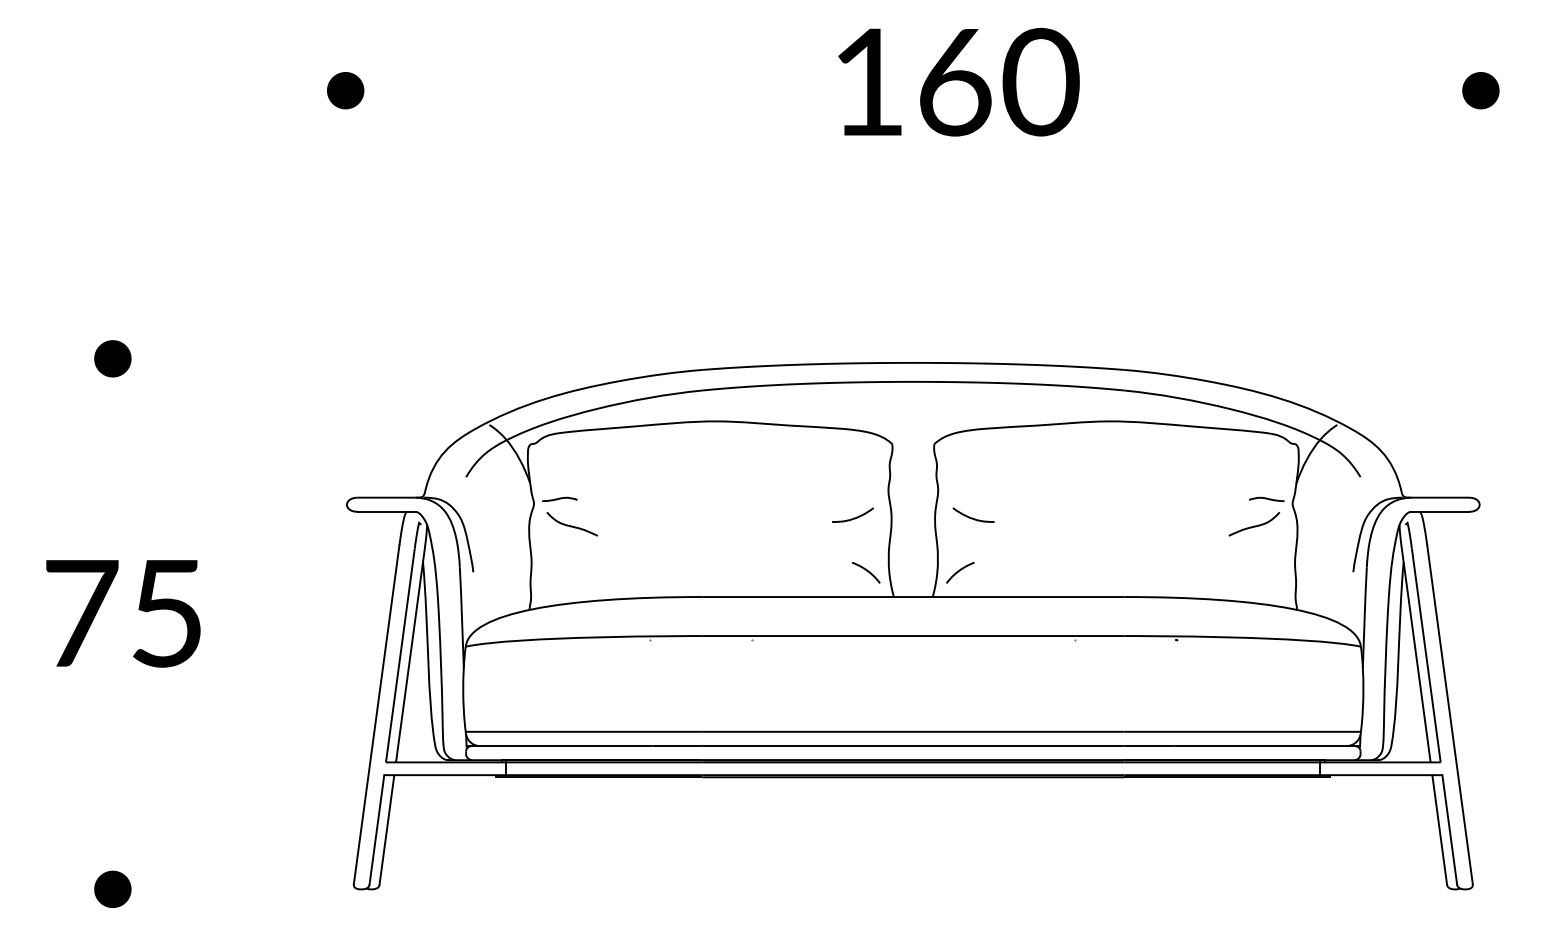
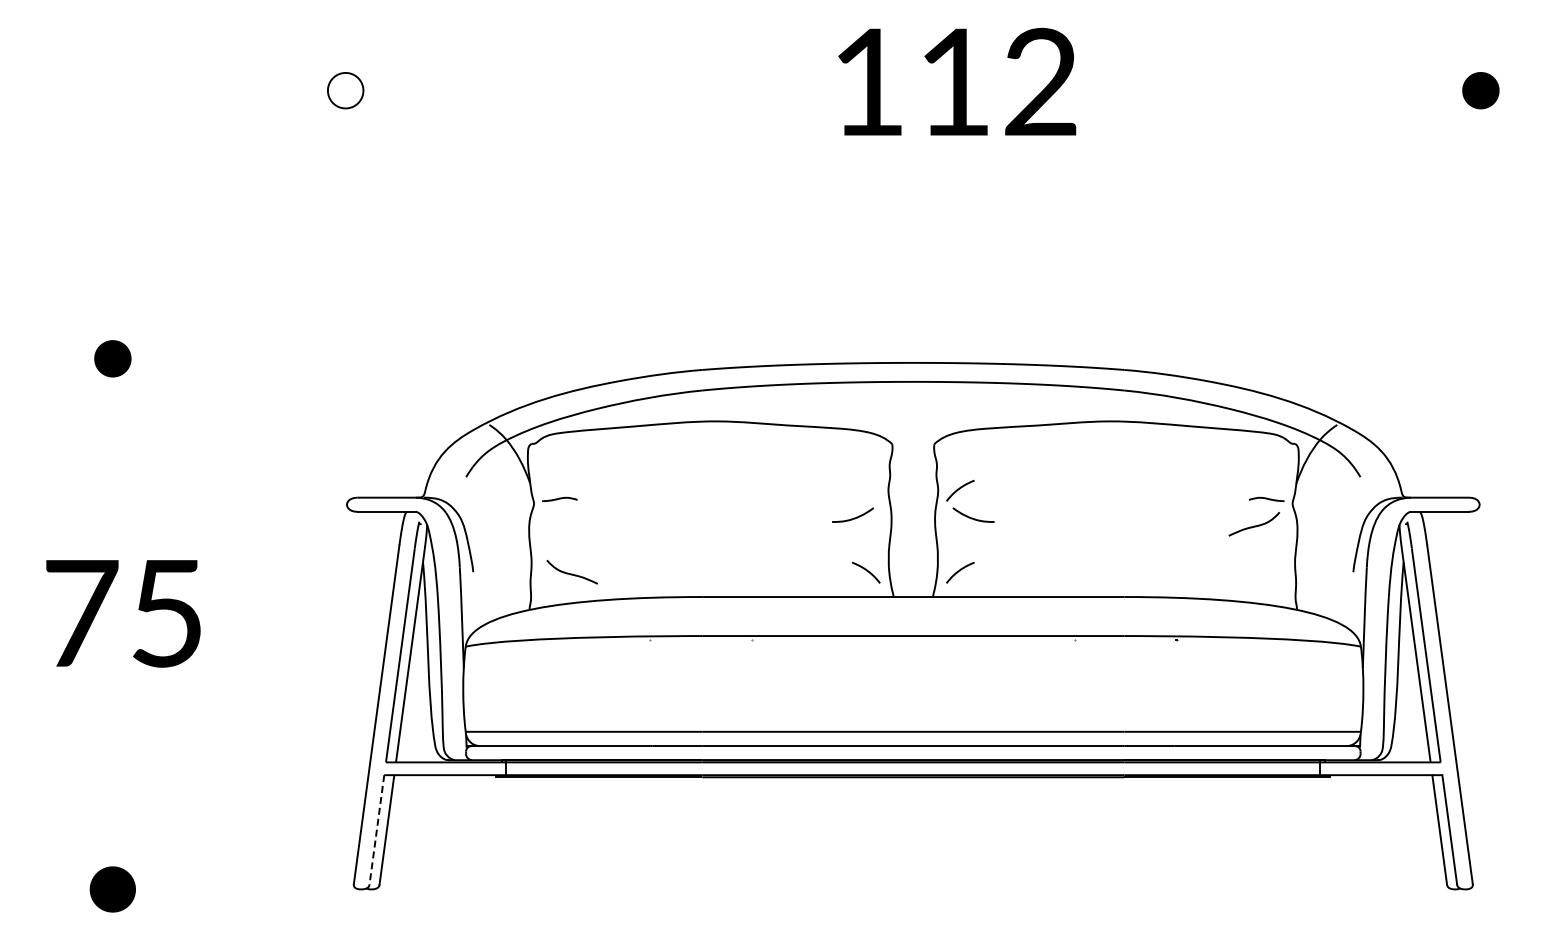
text at (999, 82): 160 -> 112
fill at (345, 90): present -> none
curve at (960, 489): none -> present
curve at (571, 525) position: (571, 525) -> (571, 573)
line at (376, 830): solid -> dashed
part at (112, 888) size: 38x38 px -> 47x47 px
